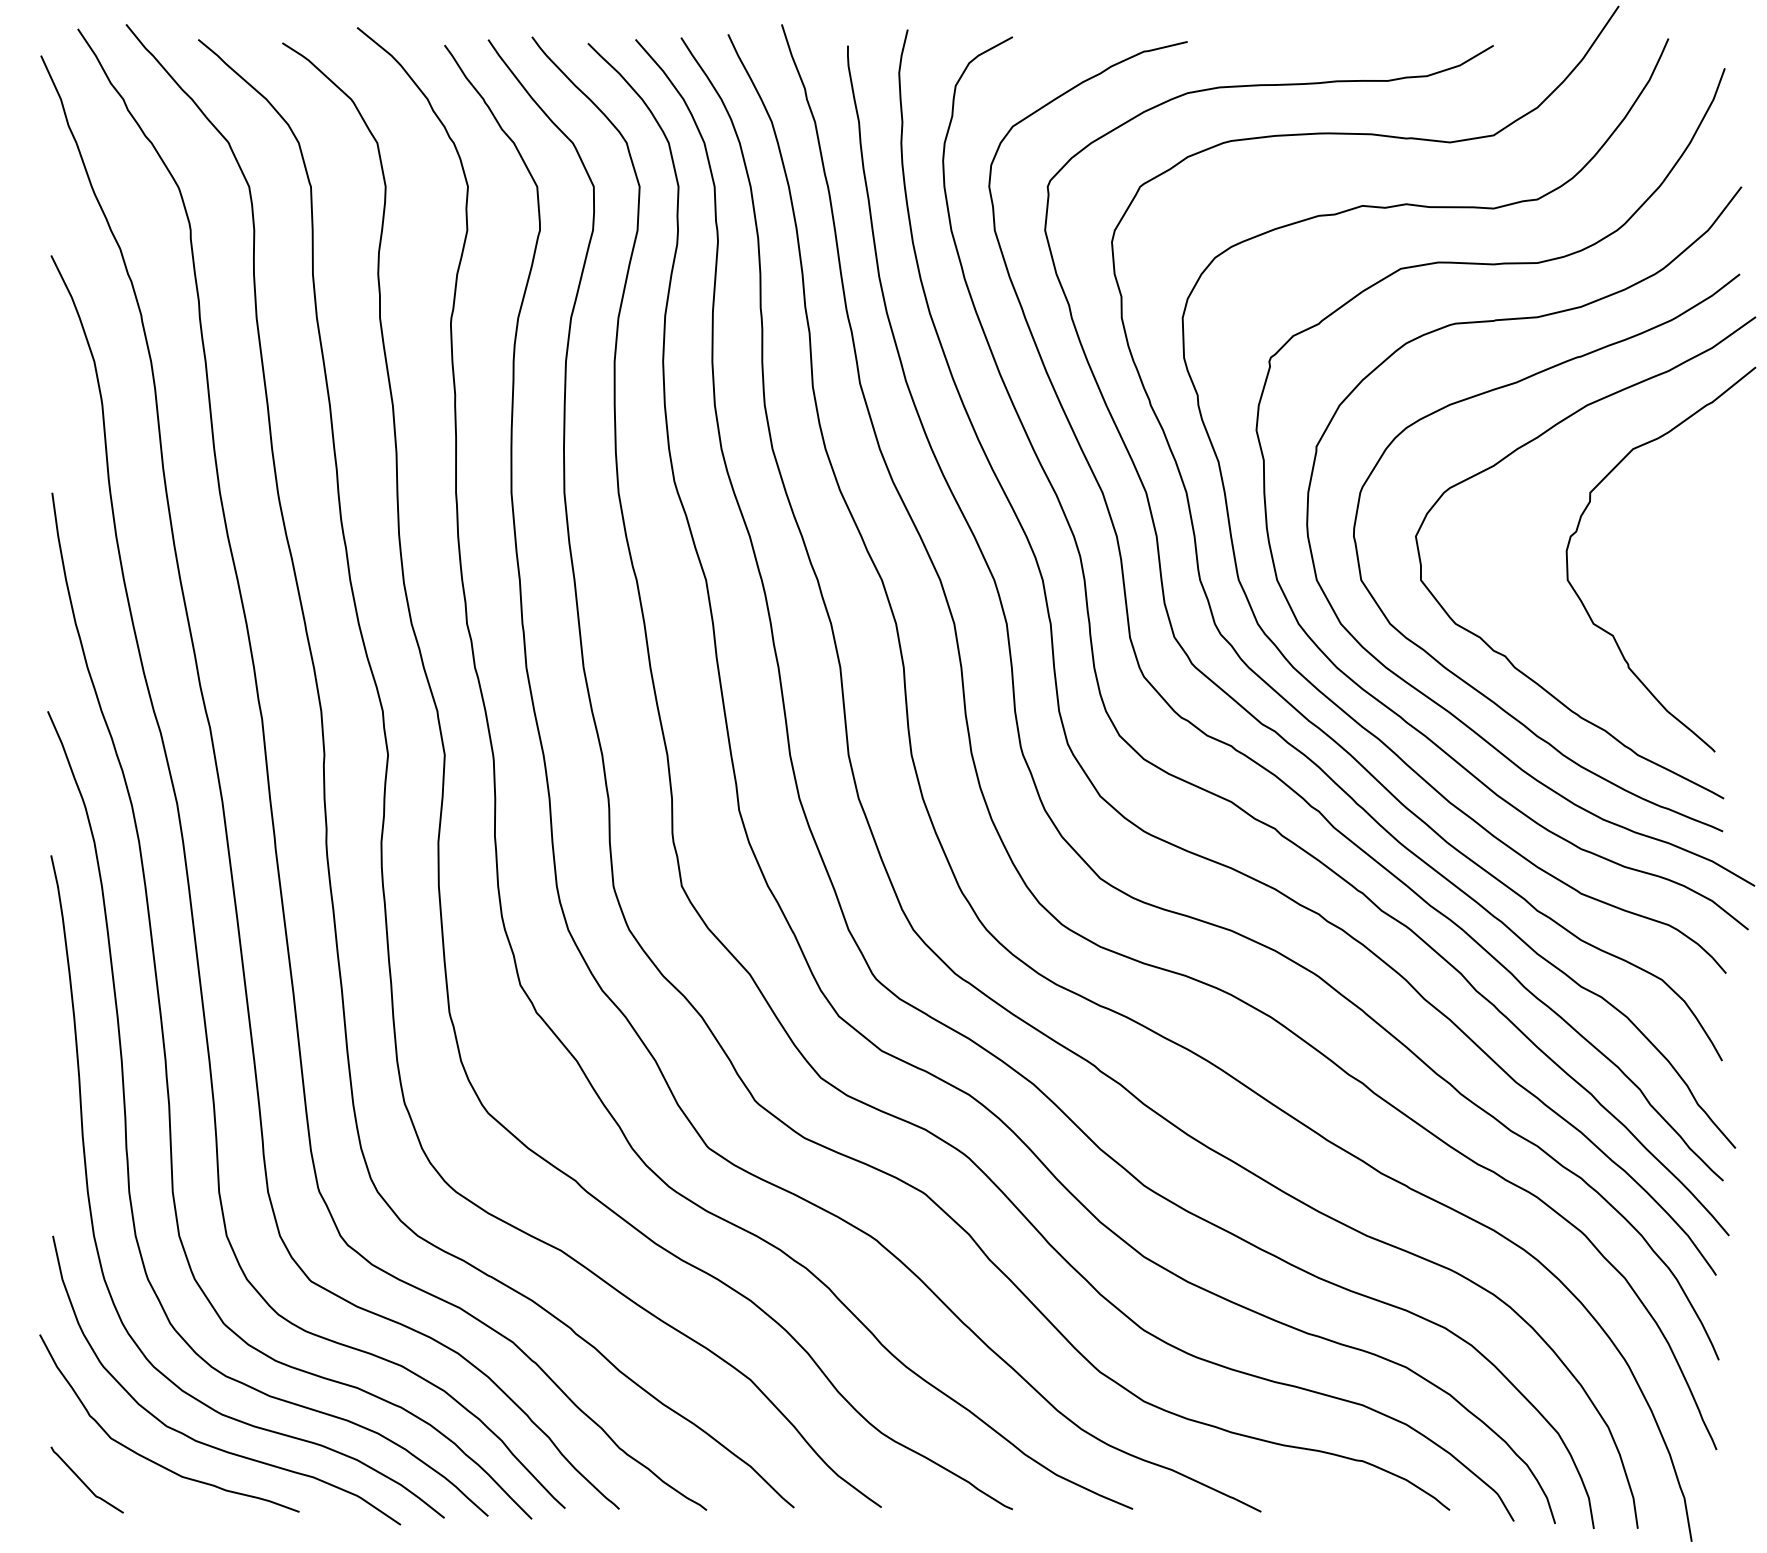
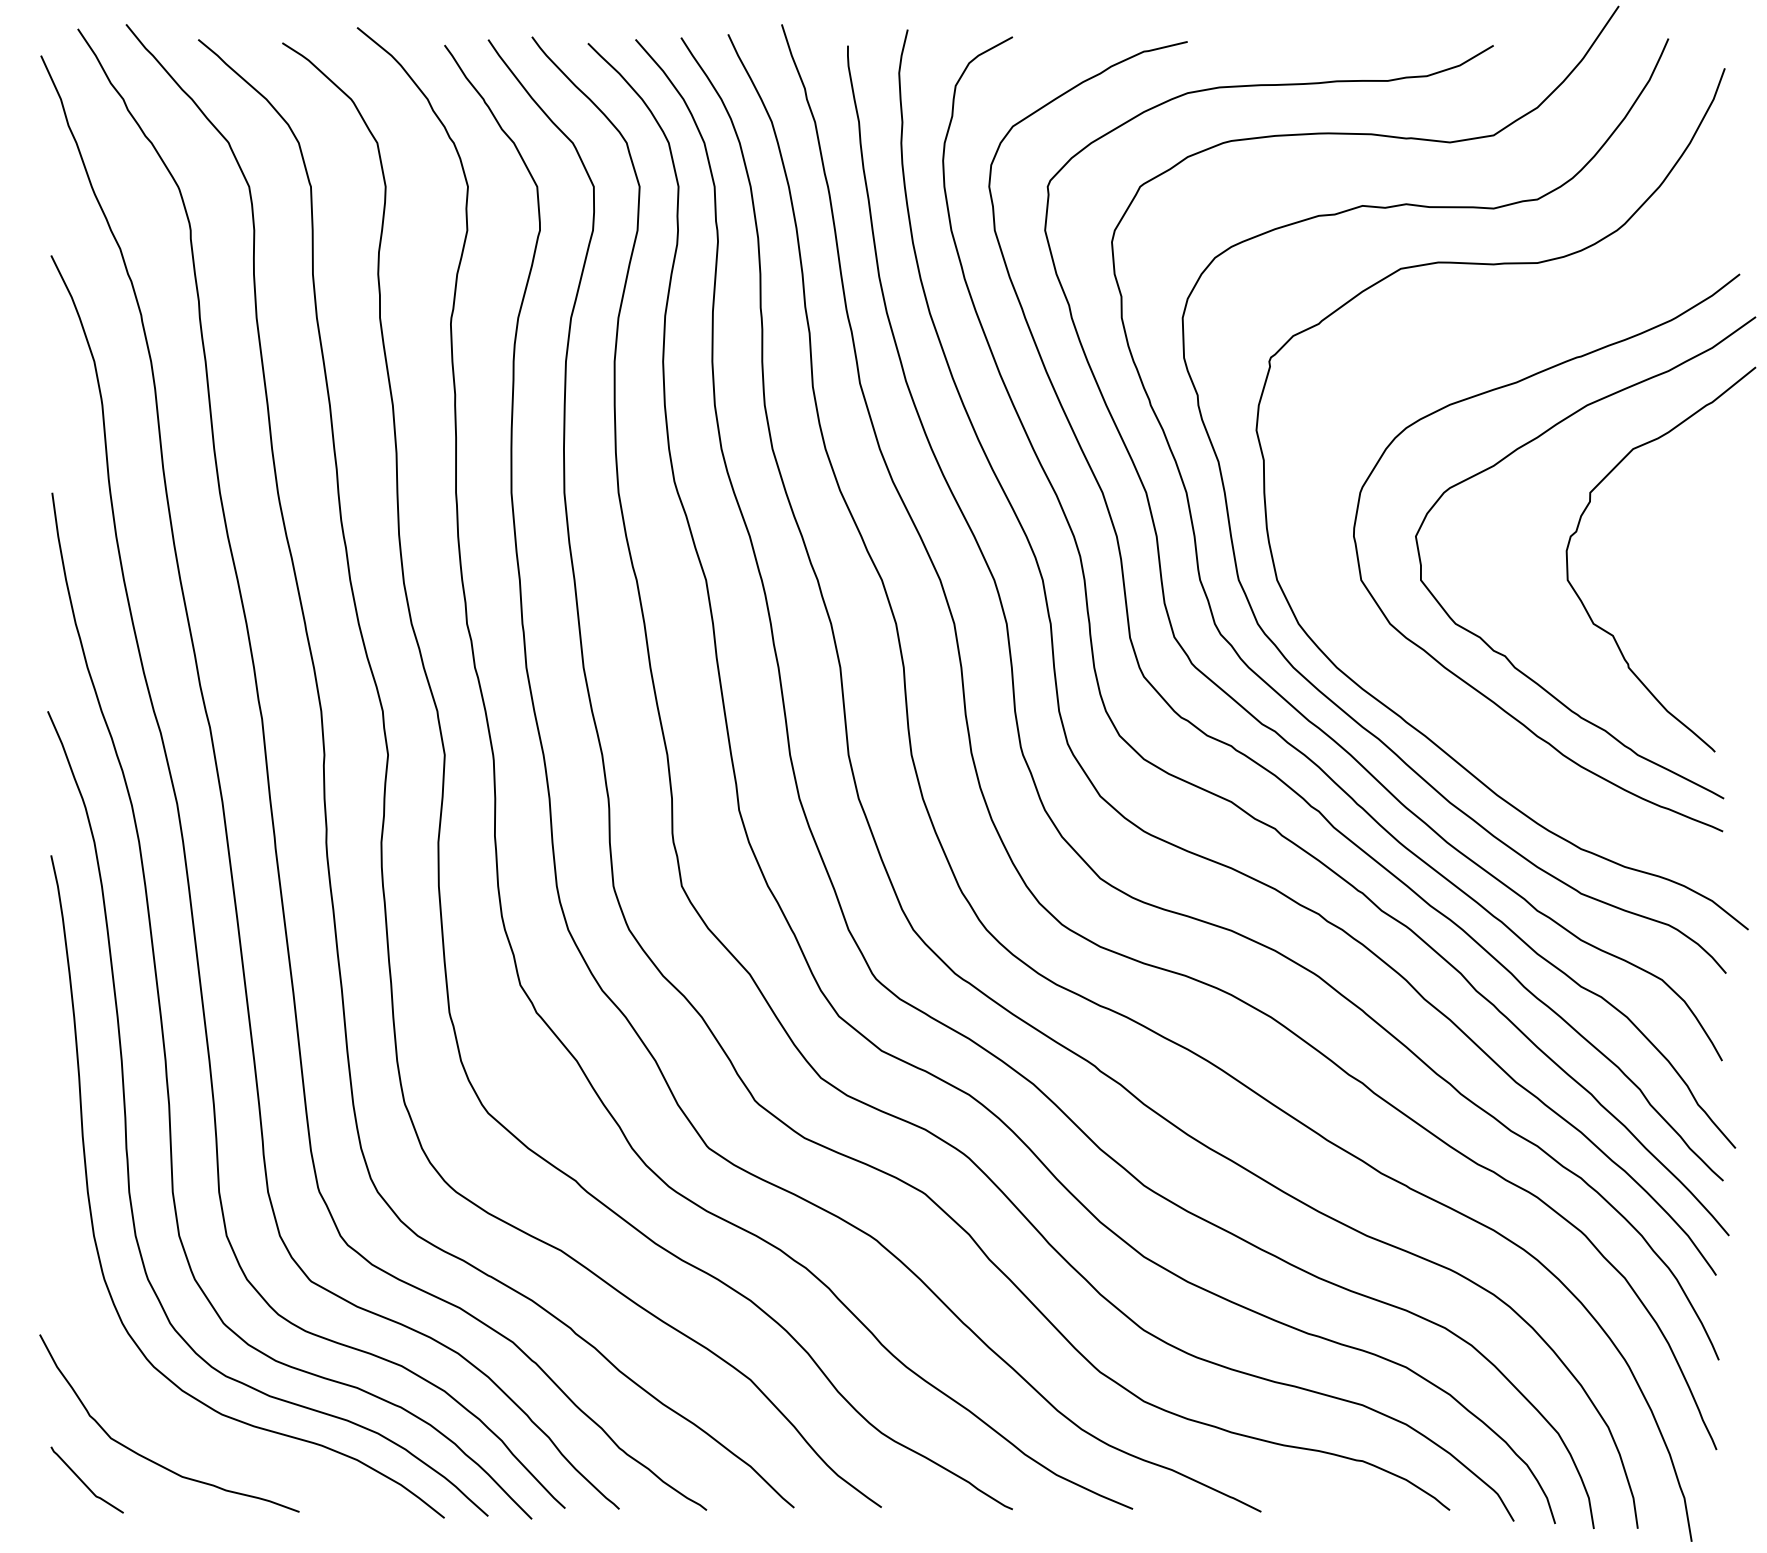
curve at (1417, 688): present -> none
curve at (206, 1443): present -> none
